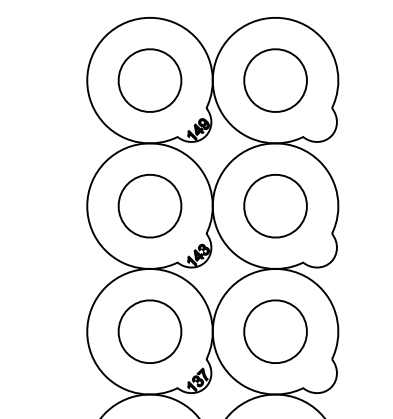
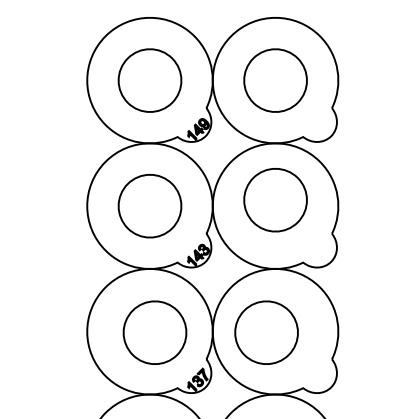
part at (275, 206) position: (275, 206) -> (275, 200)
part at (149, 331) position: (149, 331) -> (154, 332)
part at (275, 331) position: (275, 331) -> (266, 332)
